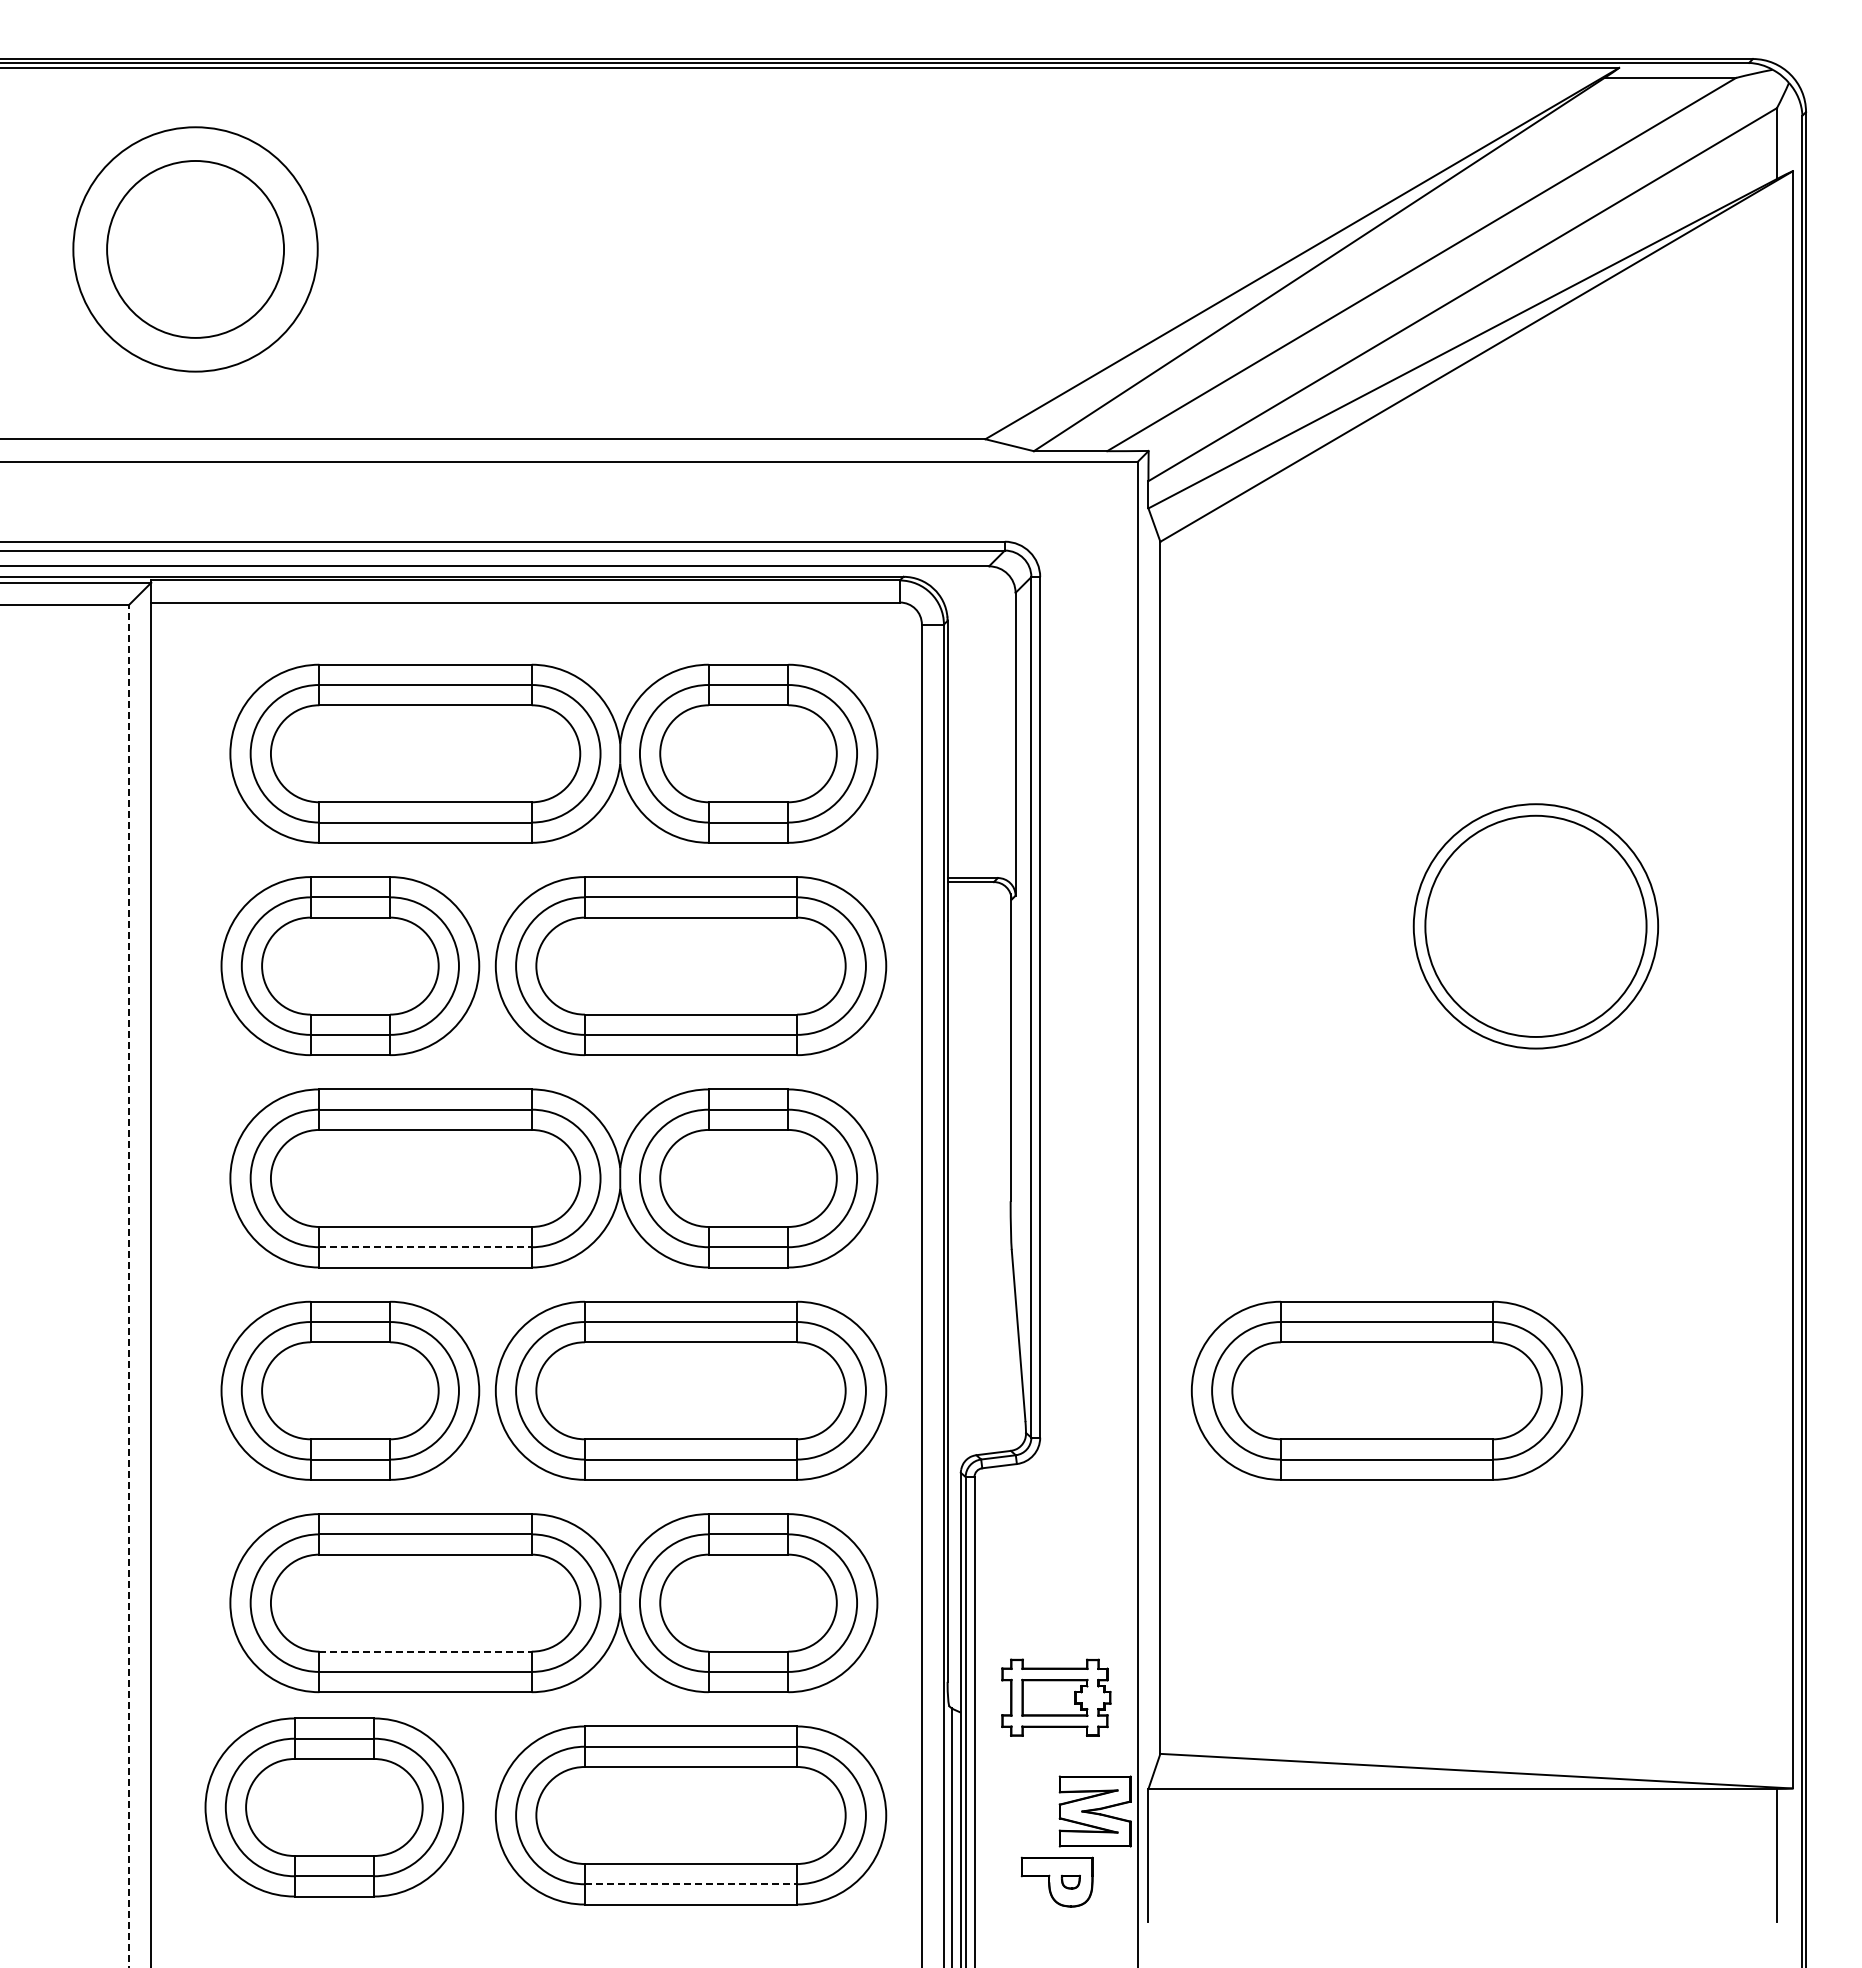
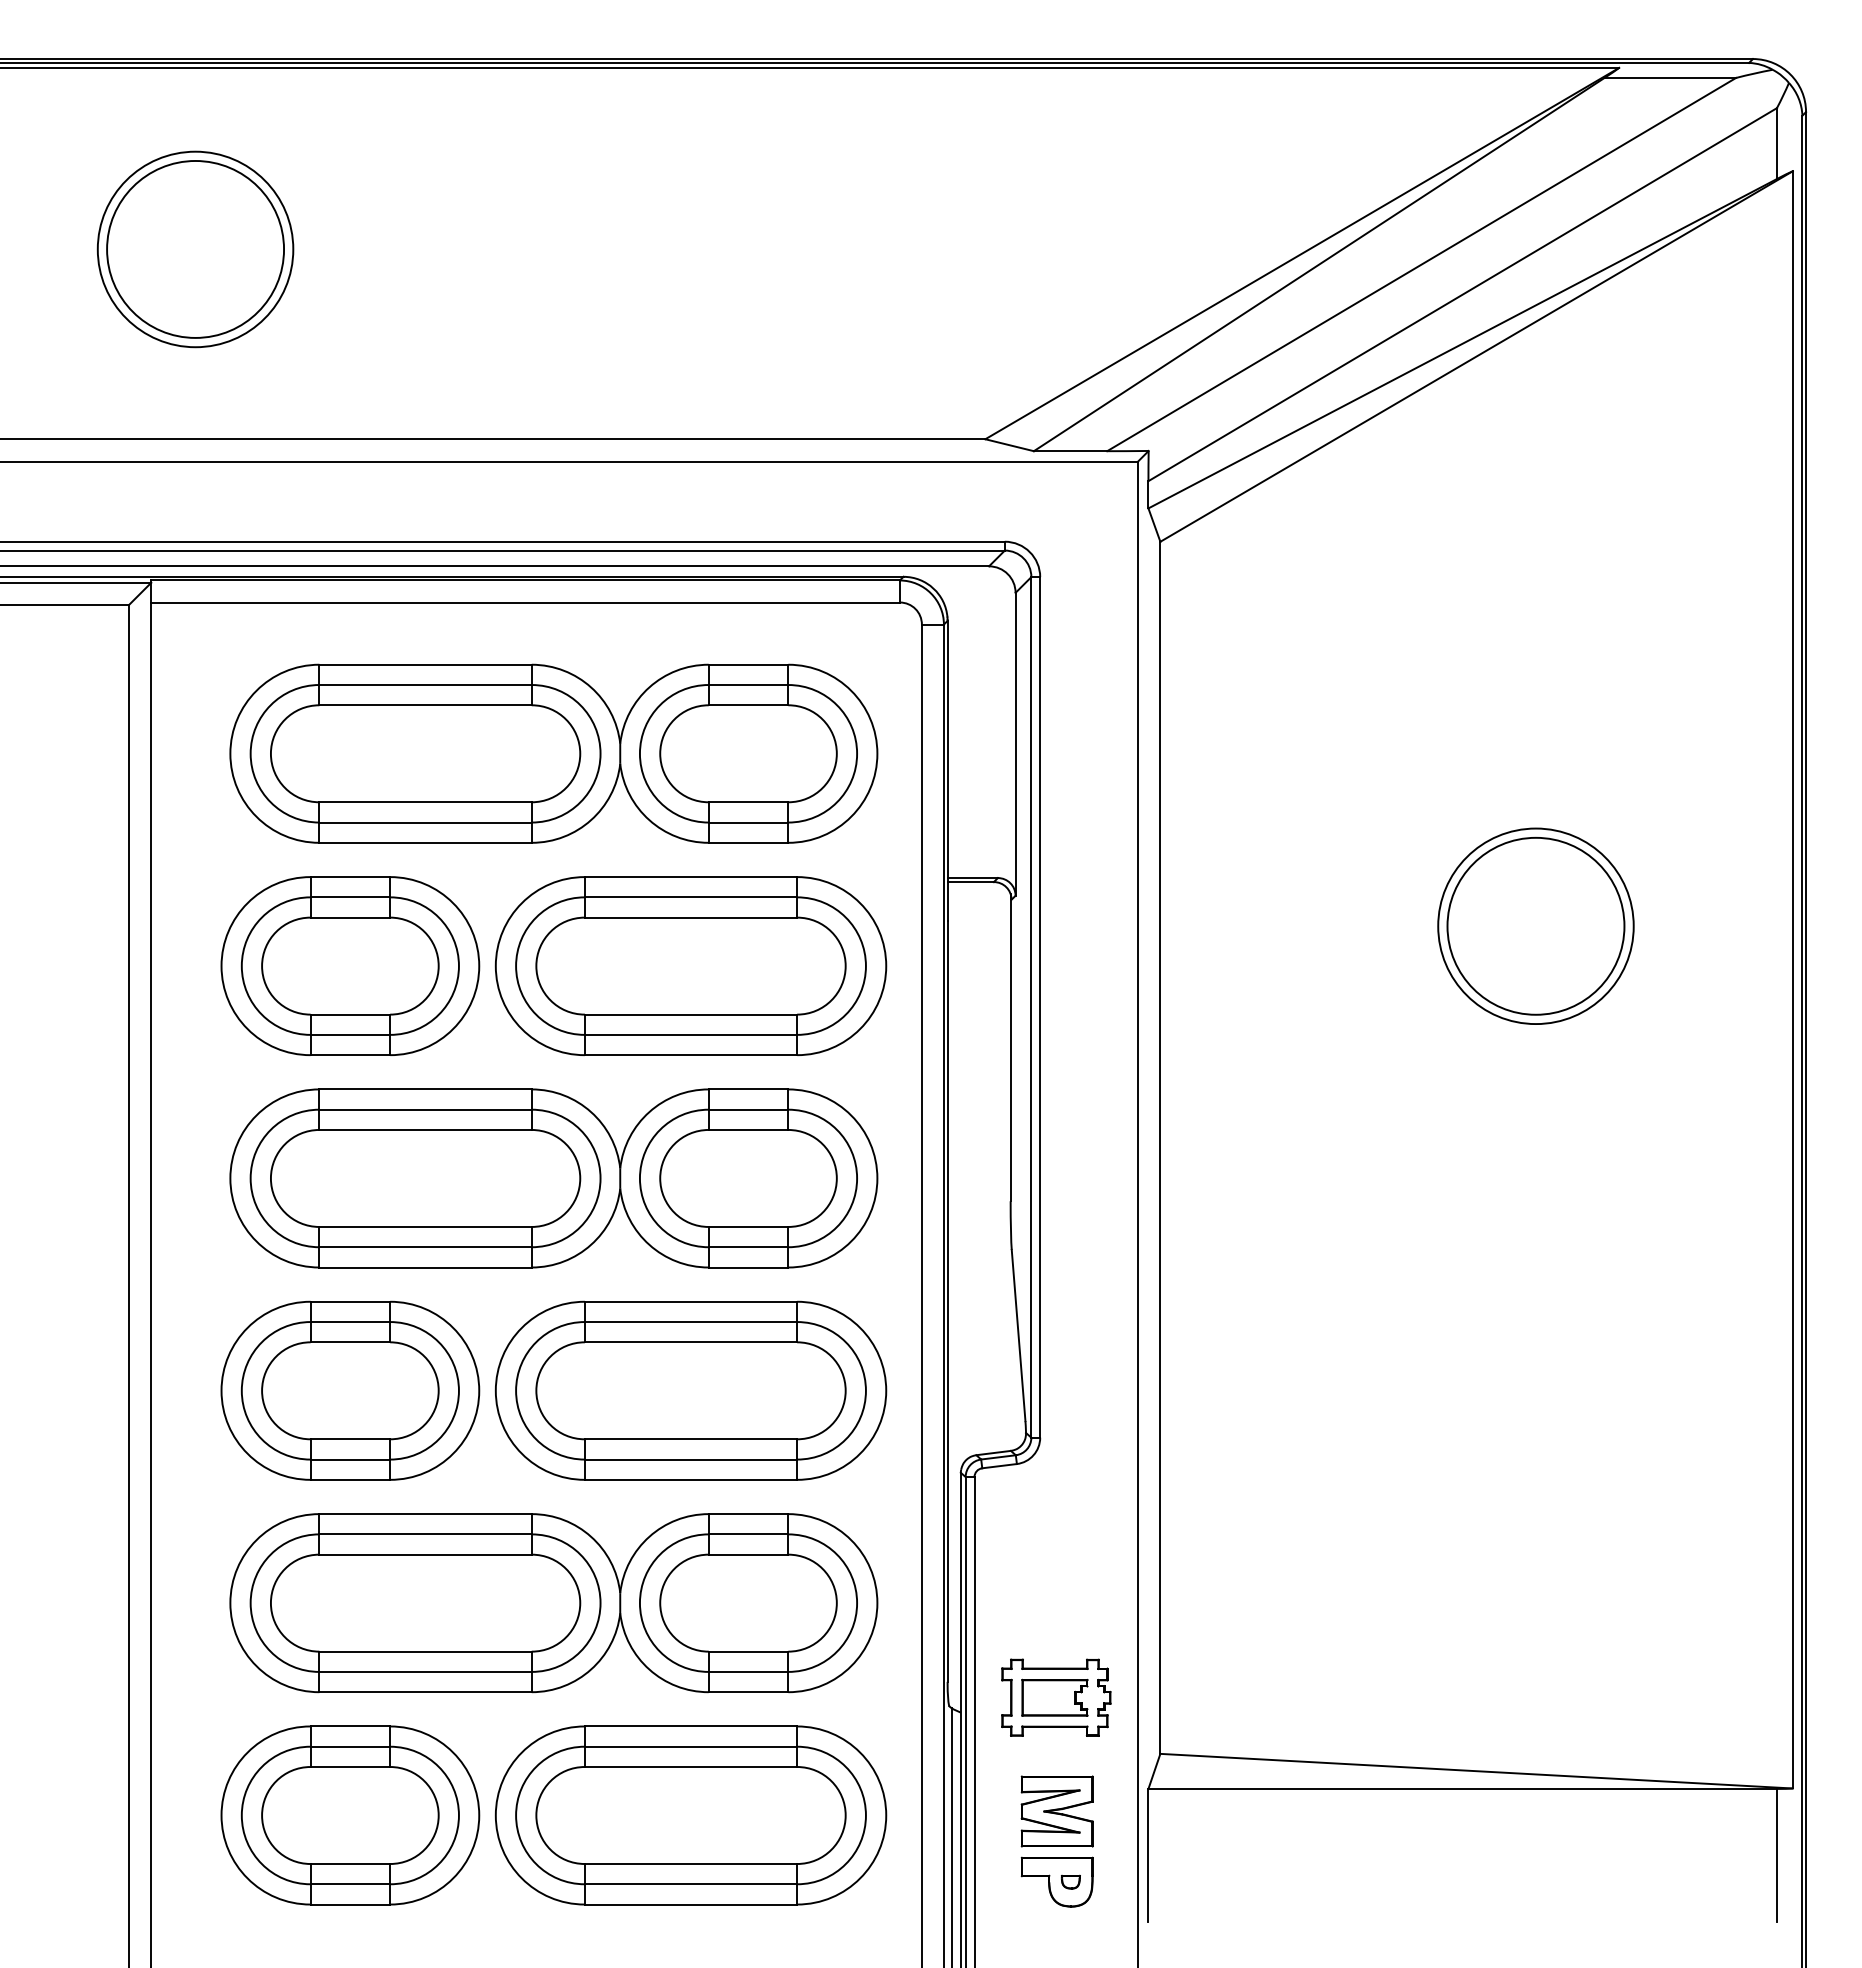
circle at (195, 249) diameter: 244 px -> 196 px
part at (1535, 926) size: 248x247 px -> 198x198 px
line at (426, 1247): dashed -> solid
line at (129, 1285): dashed -> solid
part at (1386, 1390): present -> none
line at (426, 1651): dashed -> solid
part at (334, 1807) position: (334, 1807) -> (350, 1815)
part at (1094, 1811) position: (1094, 1811) -> (1056, 1811)
line at (691, 1884): dashed -> solid
